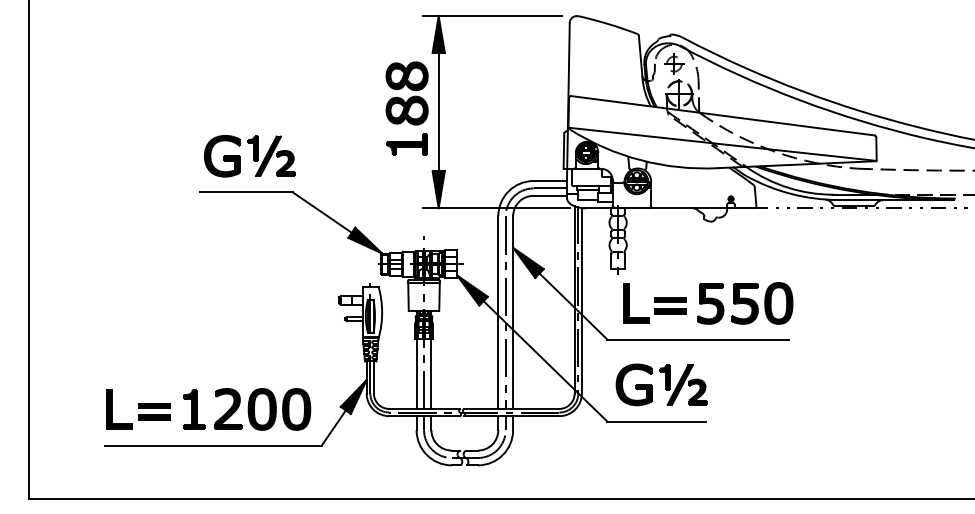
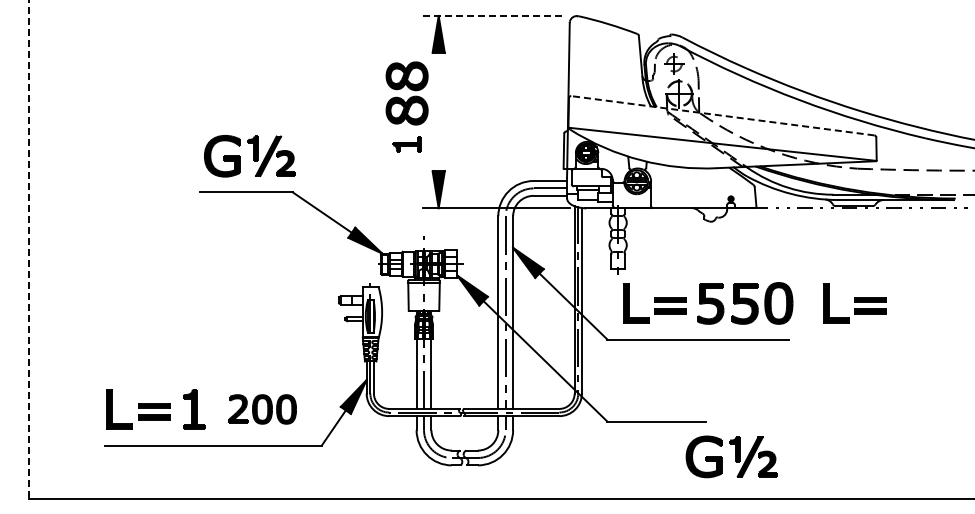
line at (491, 16): solid -> dashed
line at (438, 111): present -> none
line at (722, 115): solid -> dashed
part at (406, 144) size: 42x23 px -> 30x17 px
line at (29, 249): solid -> dashed
part at (854, 303): none -> present
part at (661, 384) position: (661, 384) -> (731, 456)
part at (262, 409) size: 98x43 px -> 69x31 px
